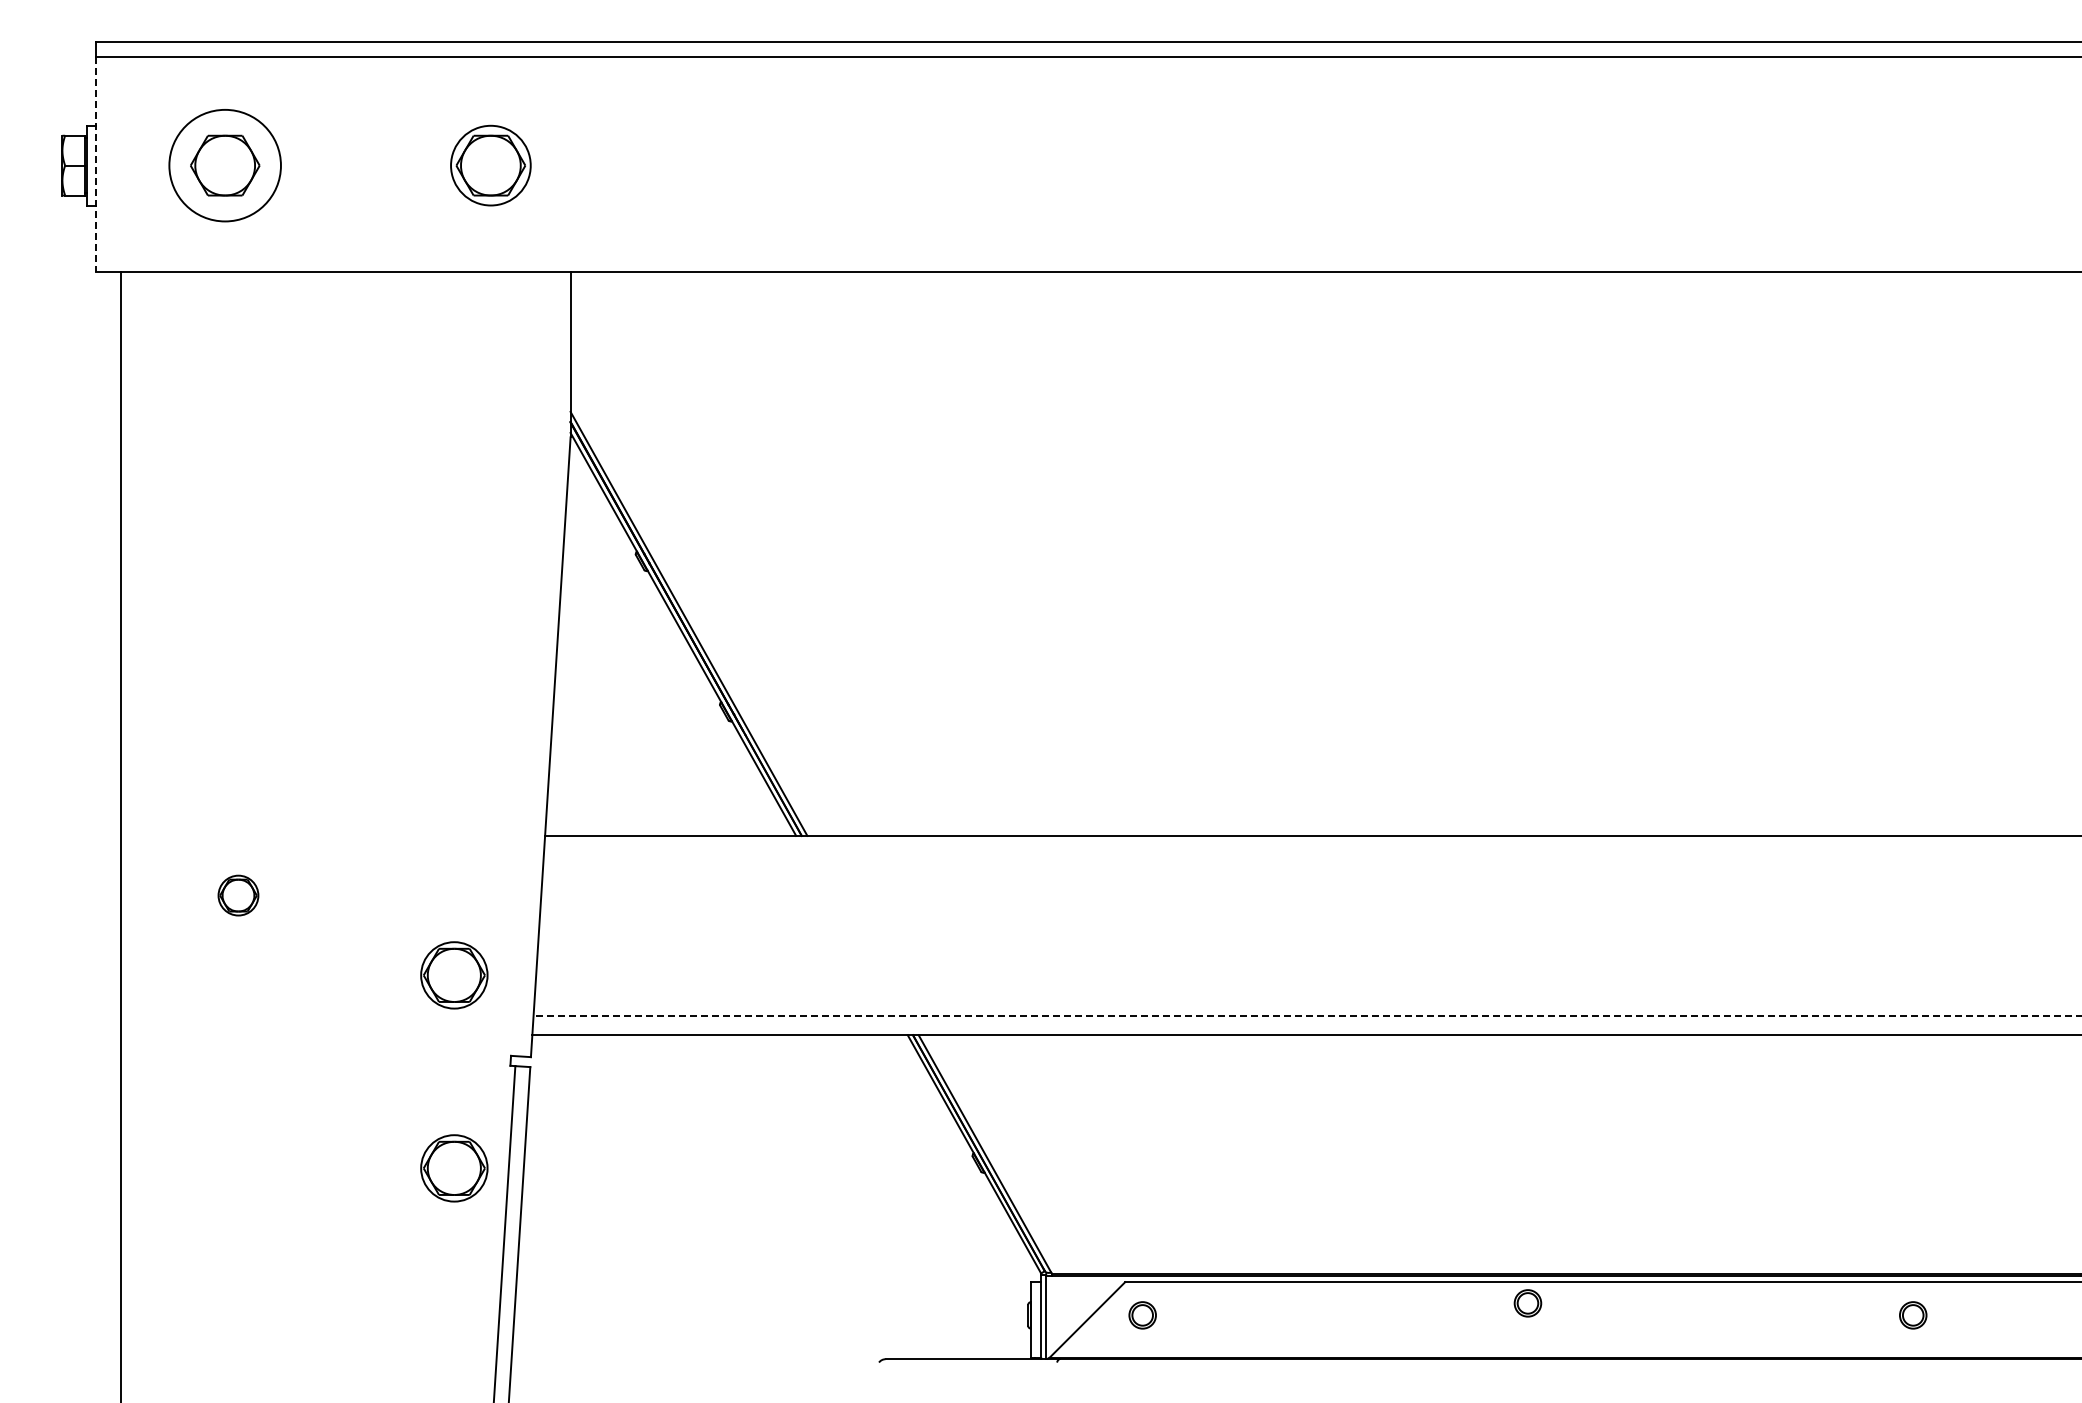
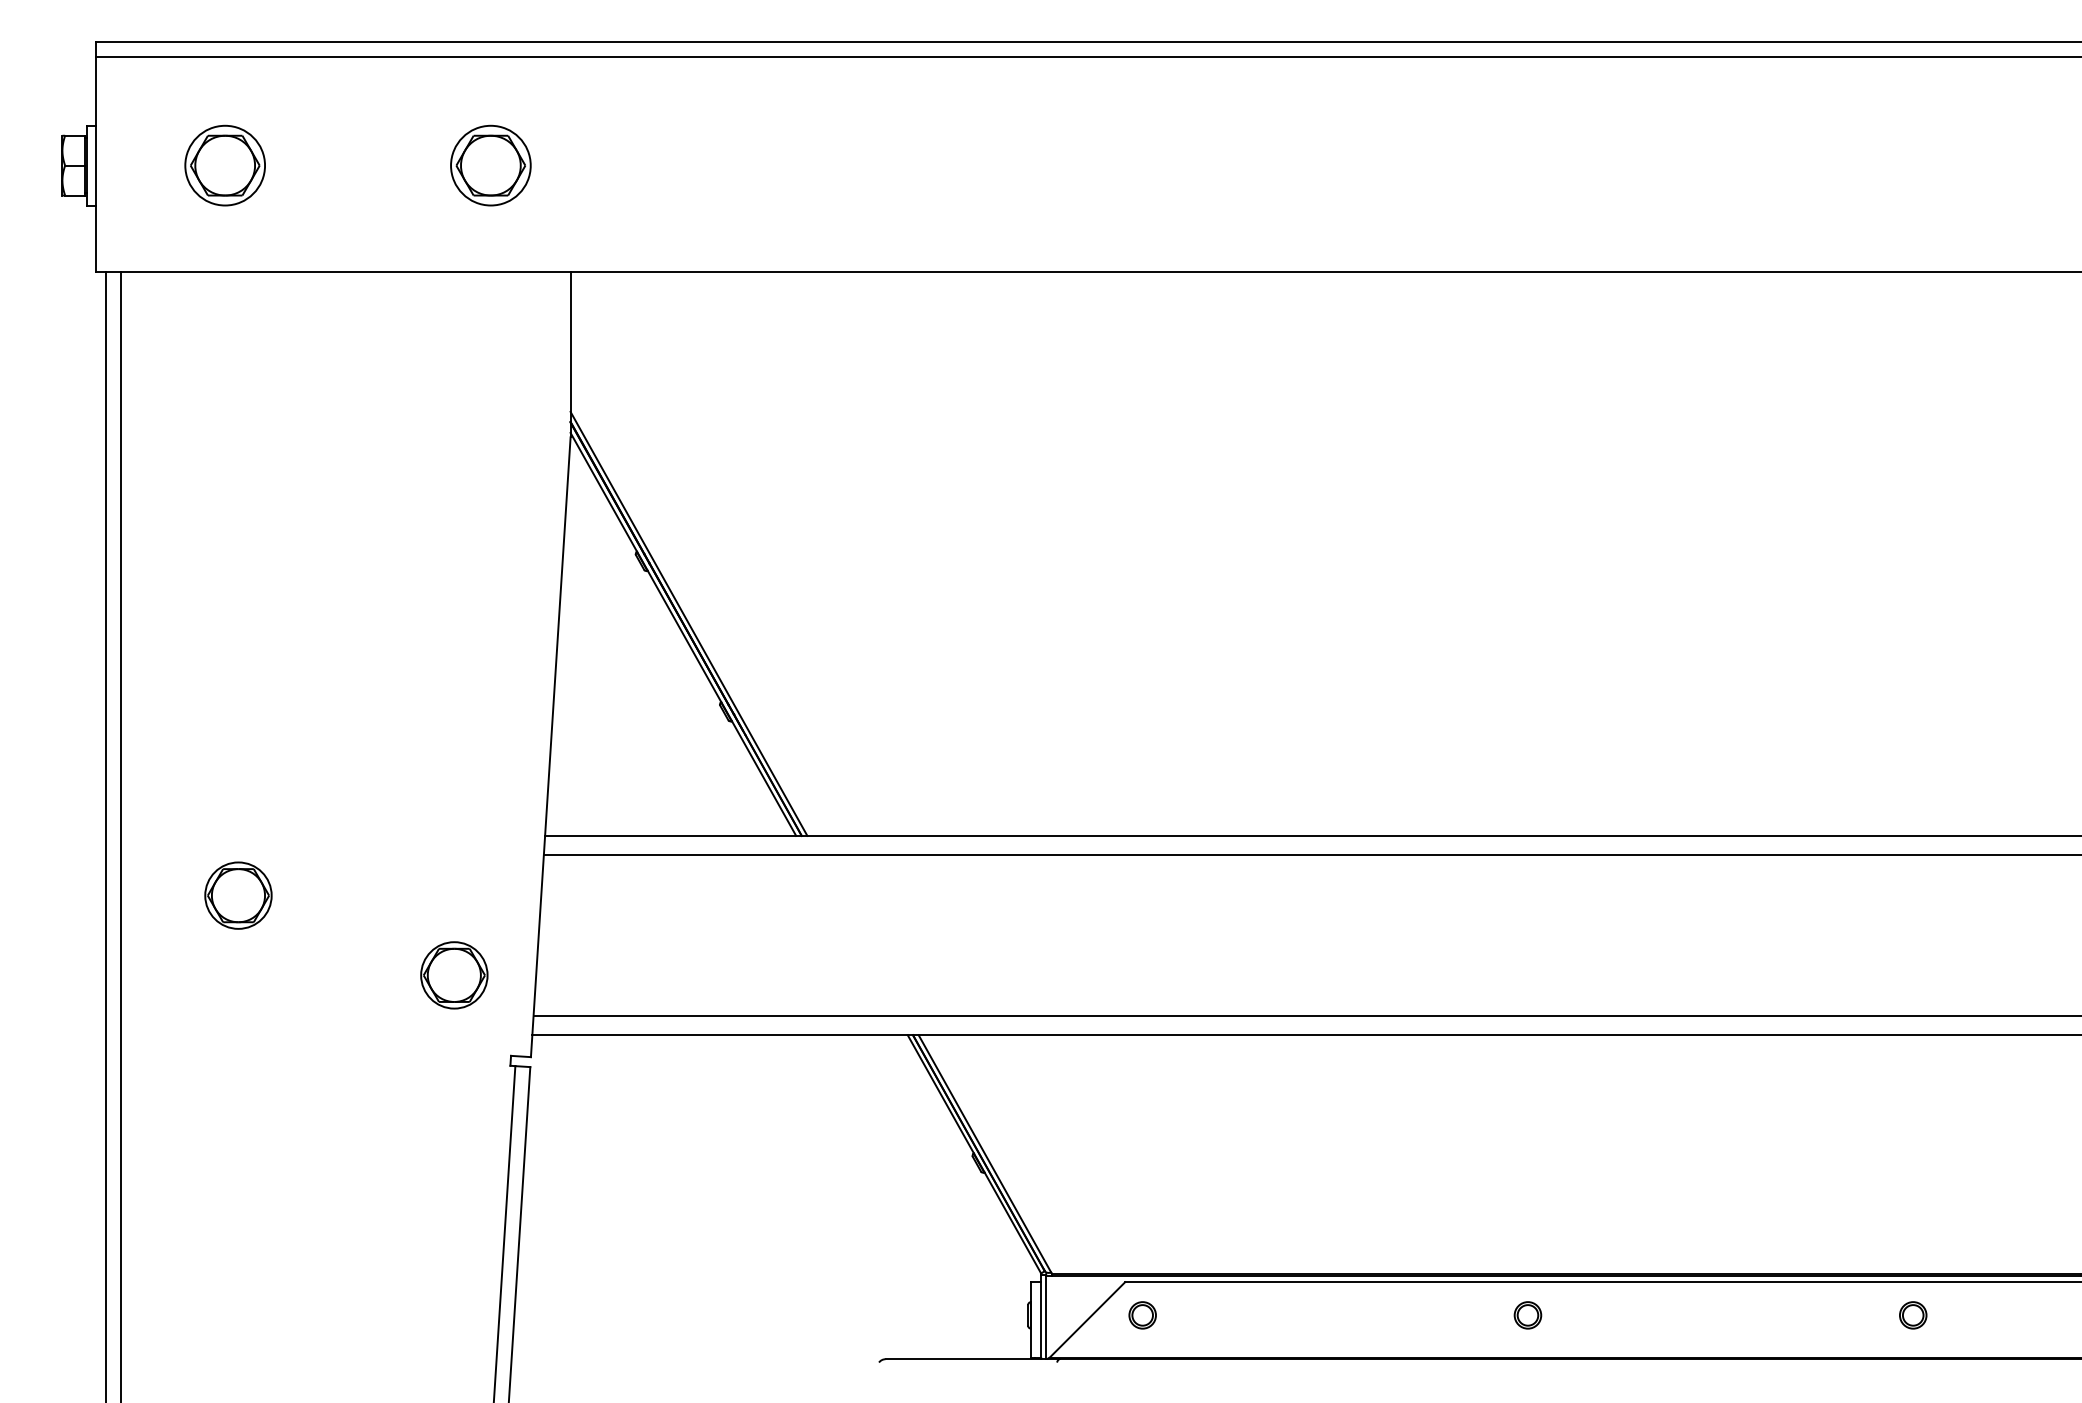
line at (95, 165): dashed -> solid
circle at (224, 165) diameter: 112 px -> 80 px
line at (105, 835): none -> present
line at (1310, 855): none -> present
part at (238, 895) size: 43x43 px -> 69x69 px
line at (1307, 1015): dashed -> solid
part at (454, 1168): present -> none
part at (1527, 1303) position: (1527, 1303) -> (1527, 1315)
